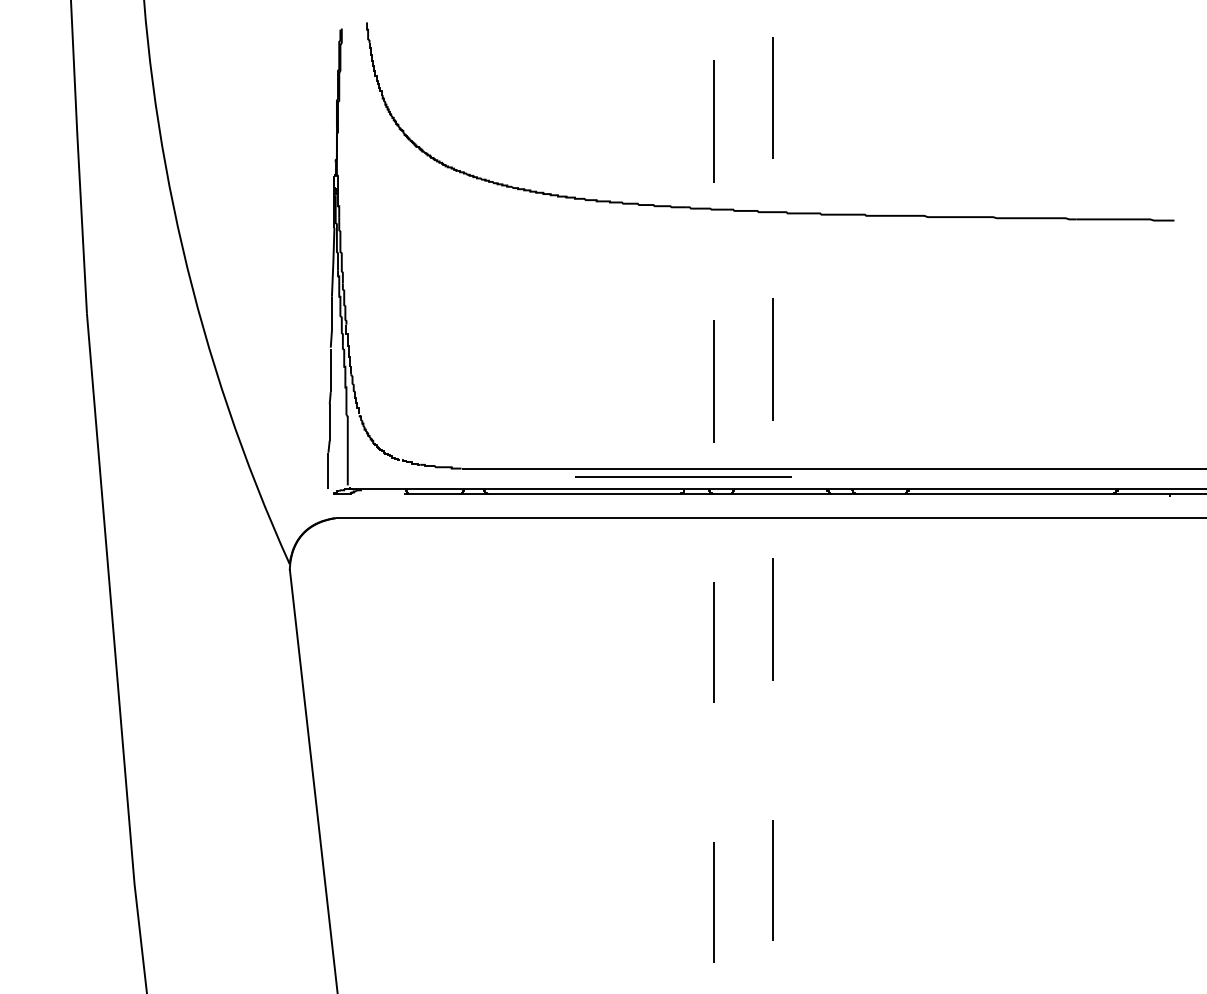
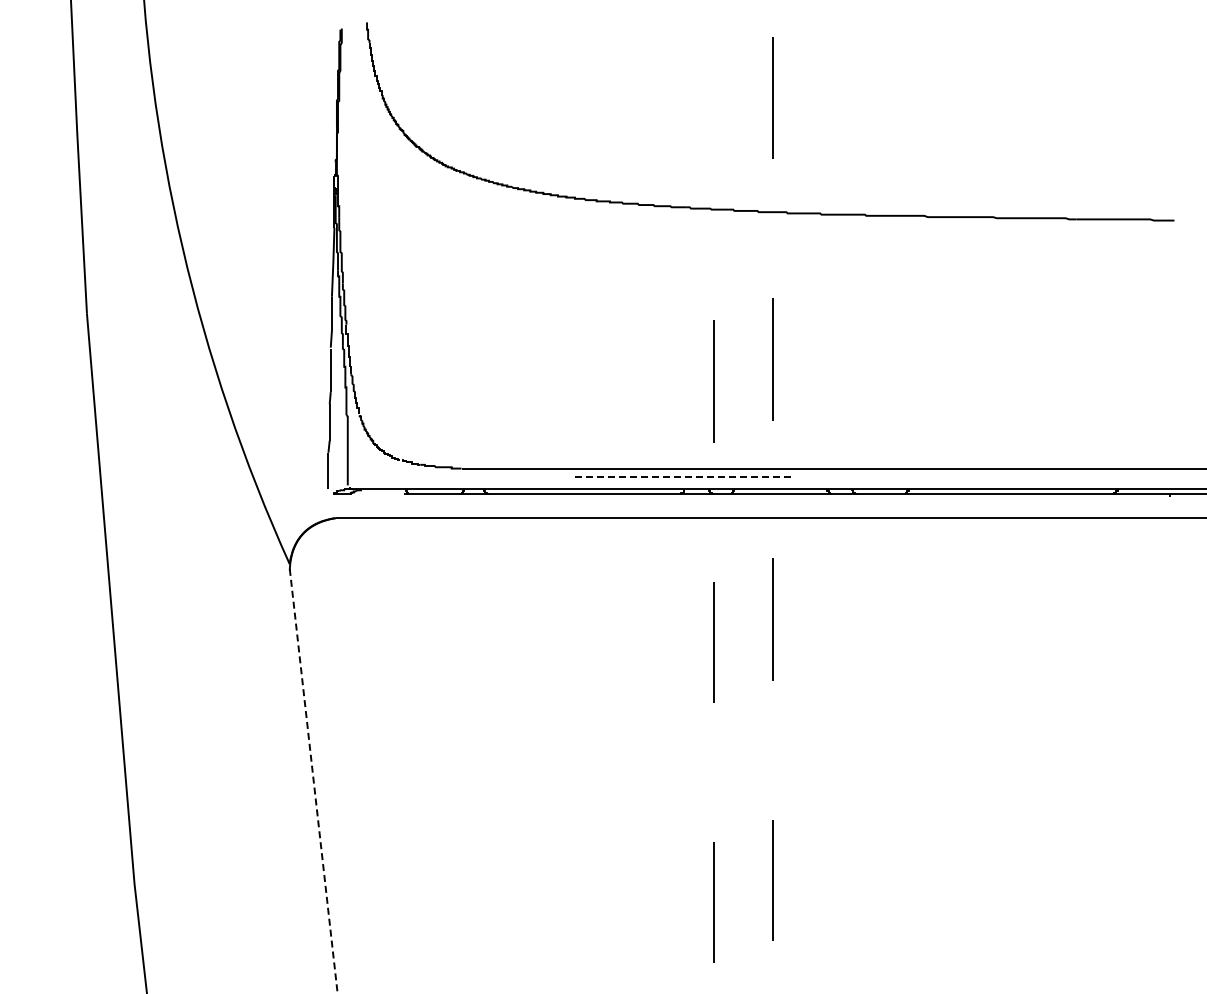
line at (713, 121): present -> none
line at (683, 476): solid -> dashed
line at (313, 781): solid -> dashed
